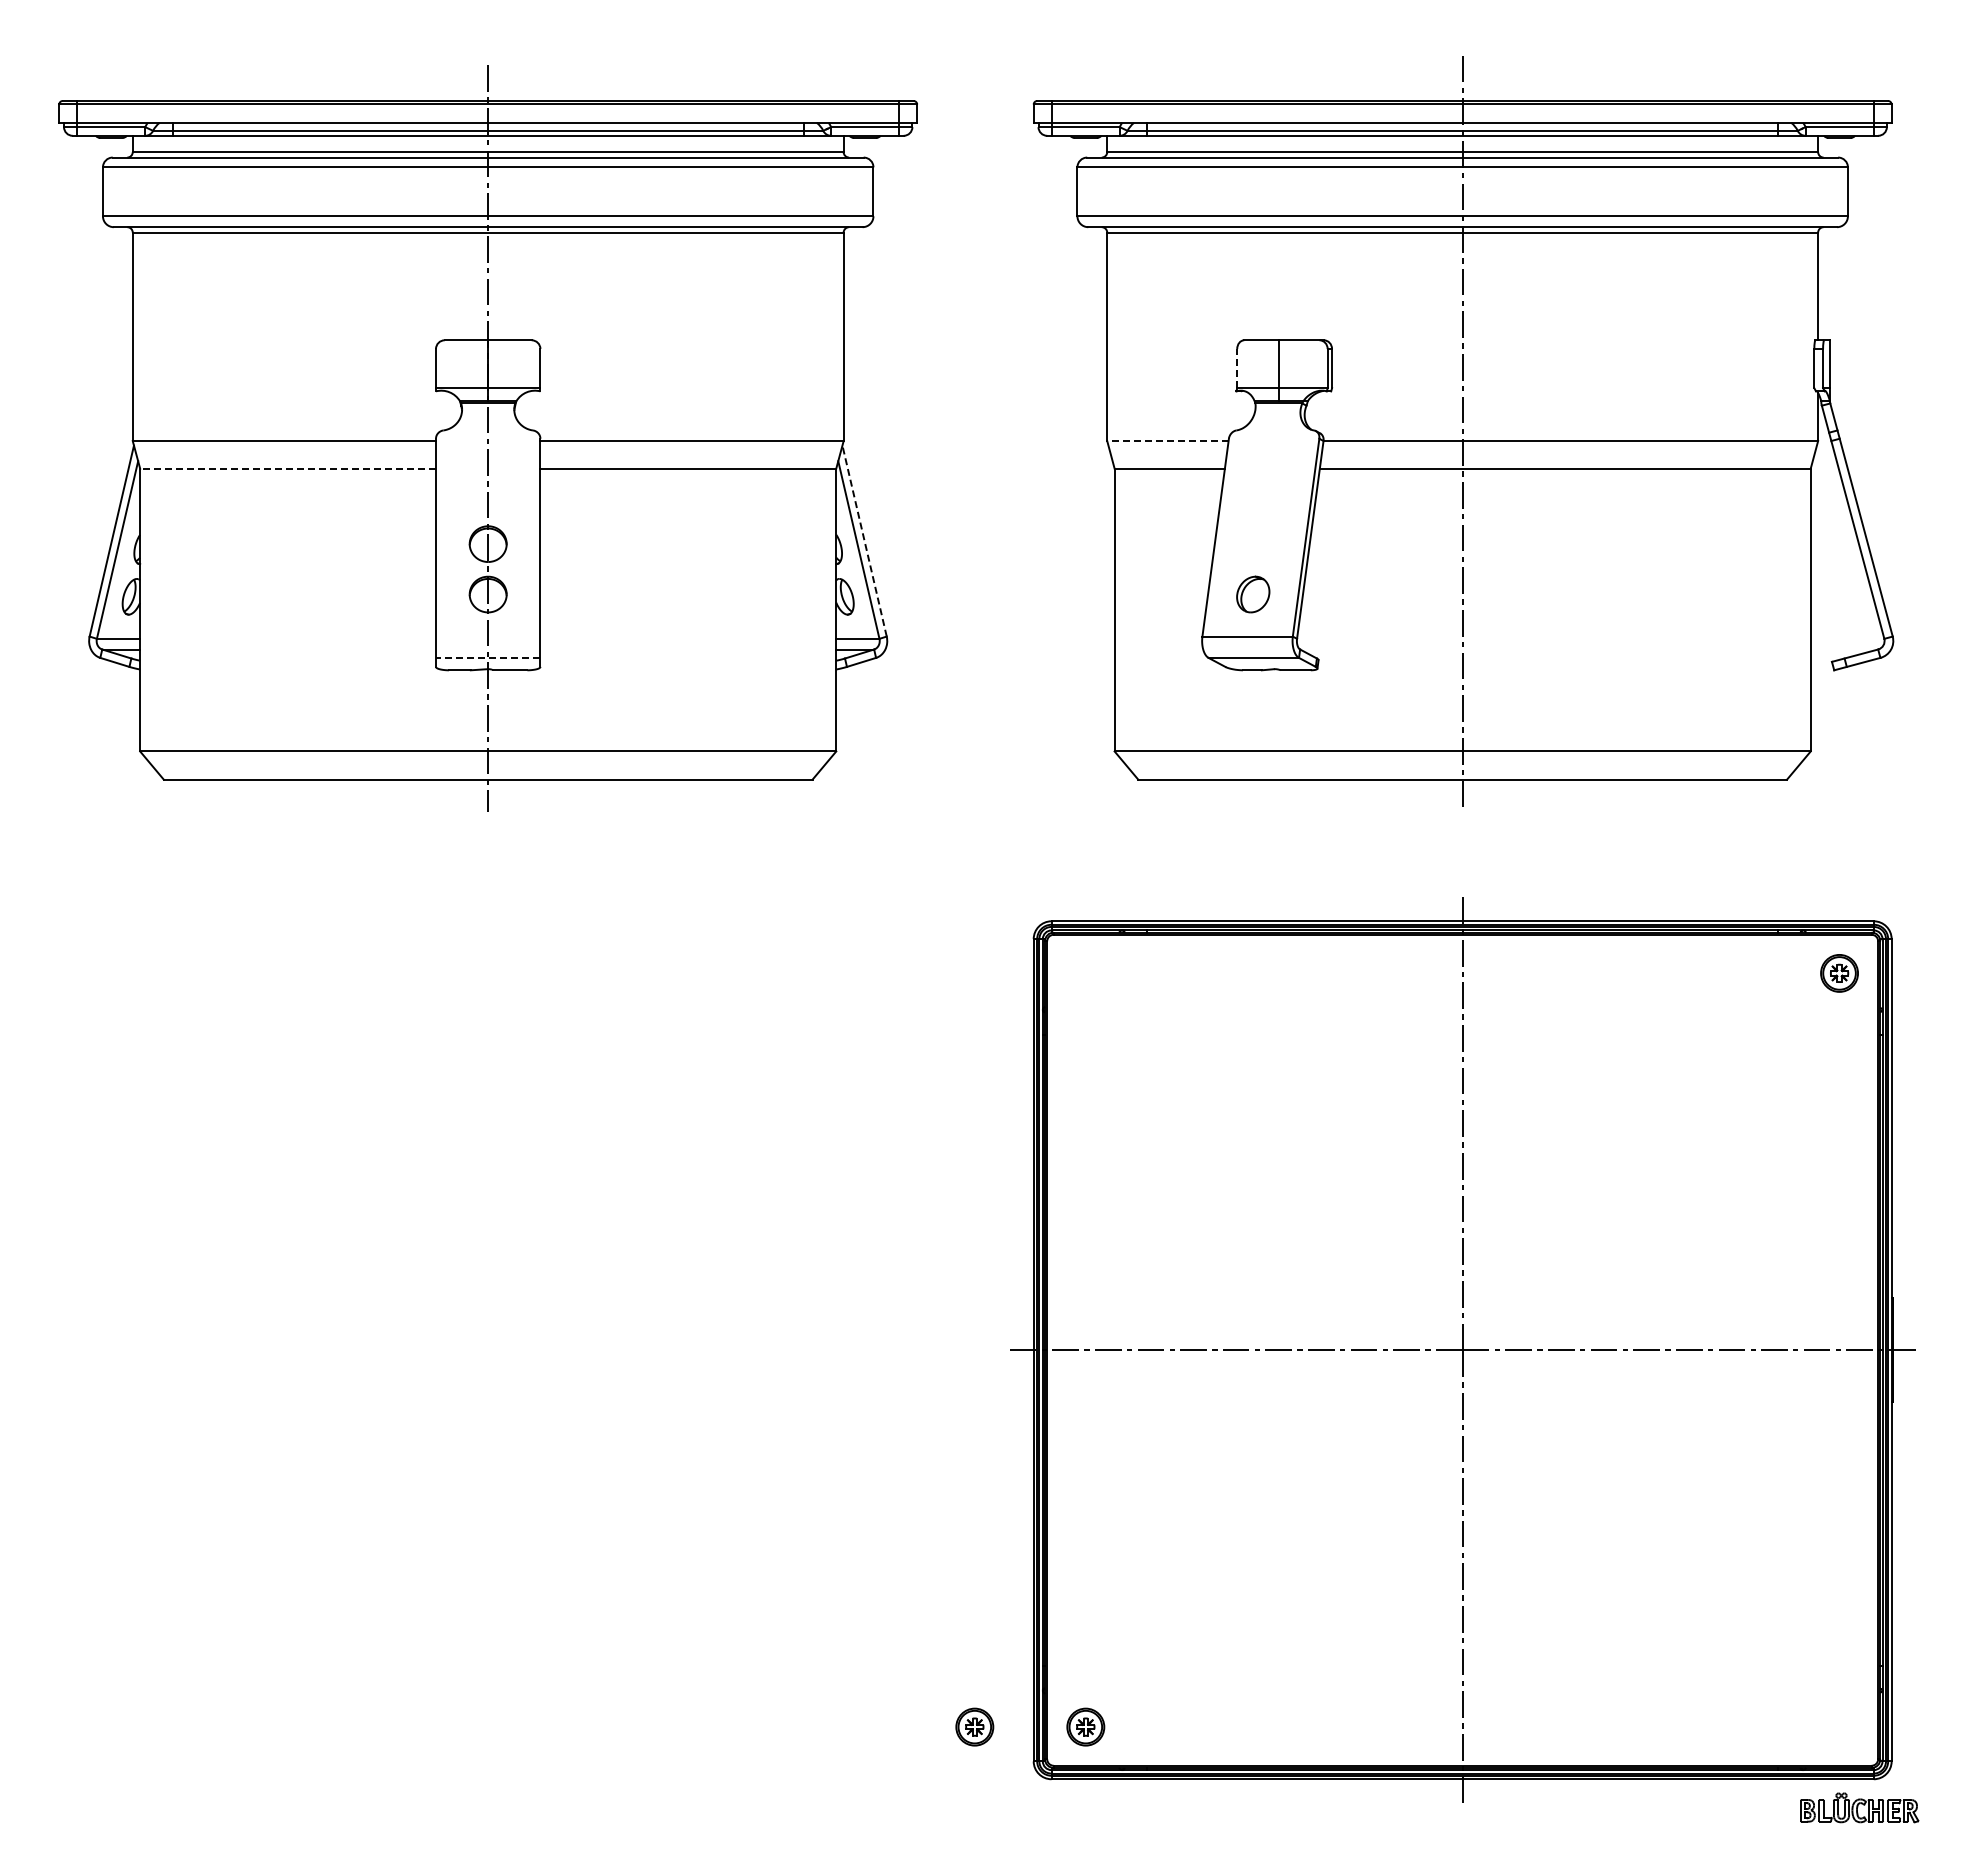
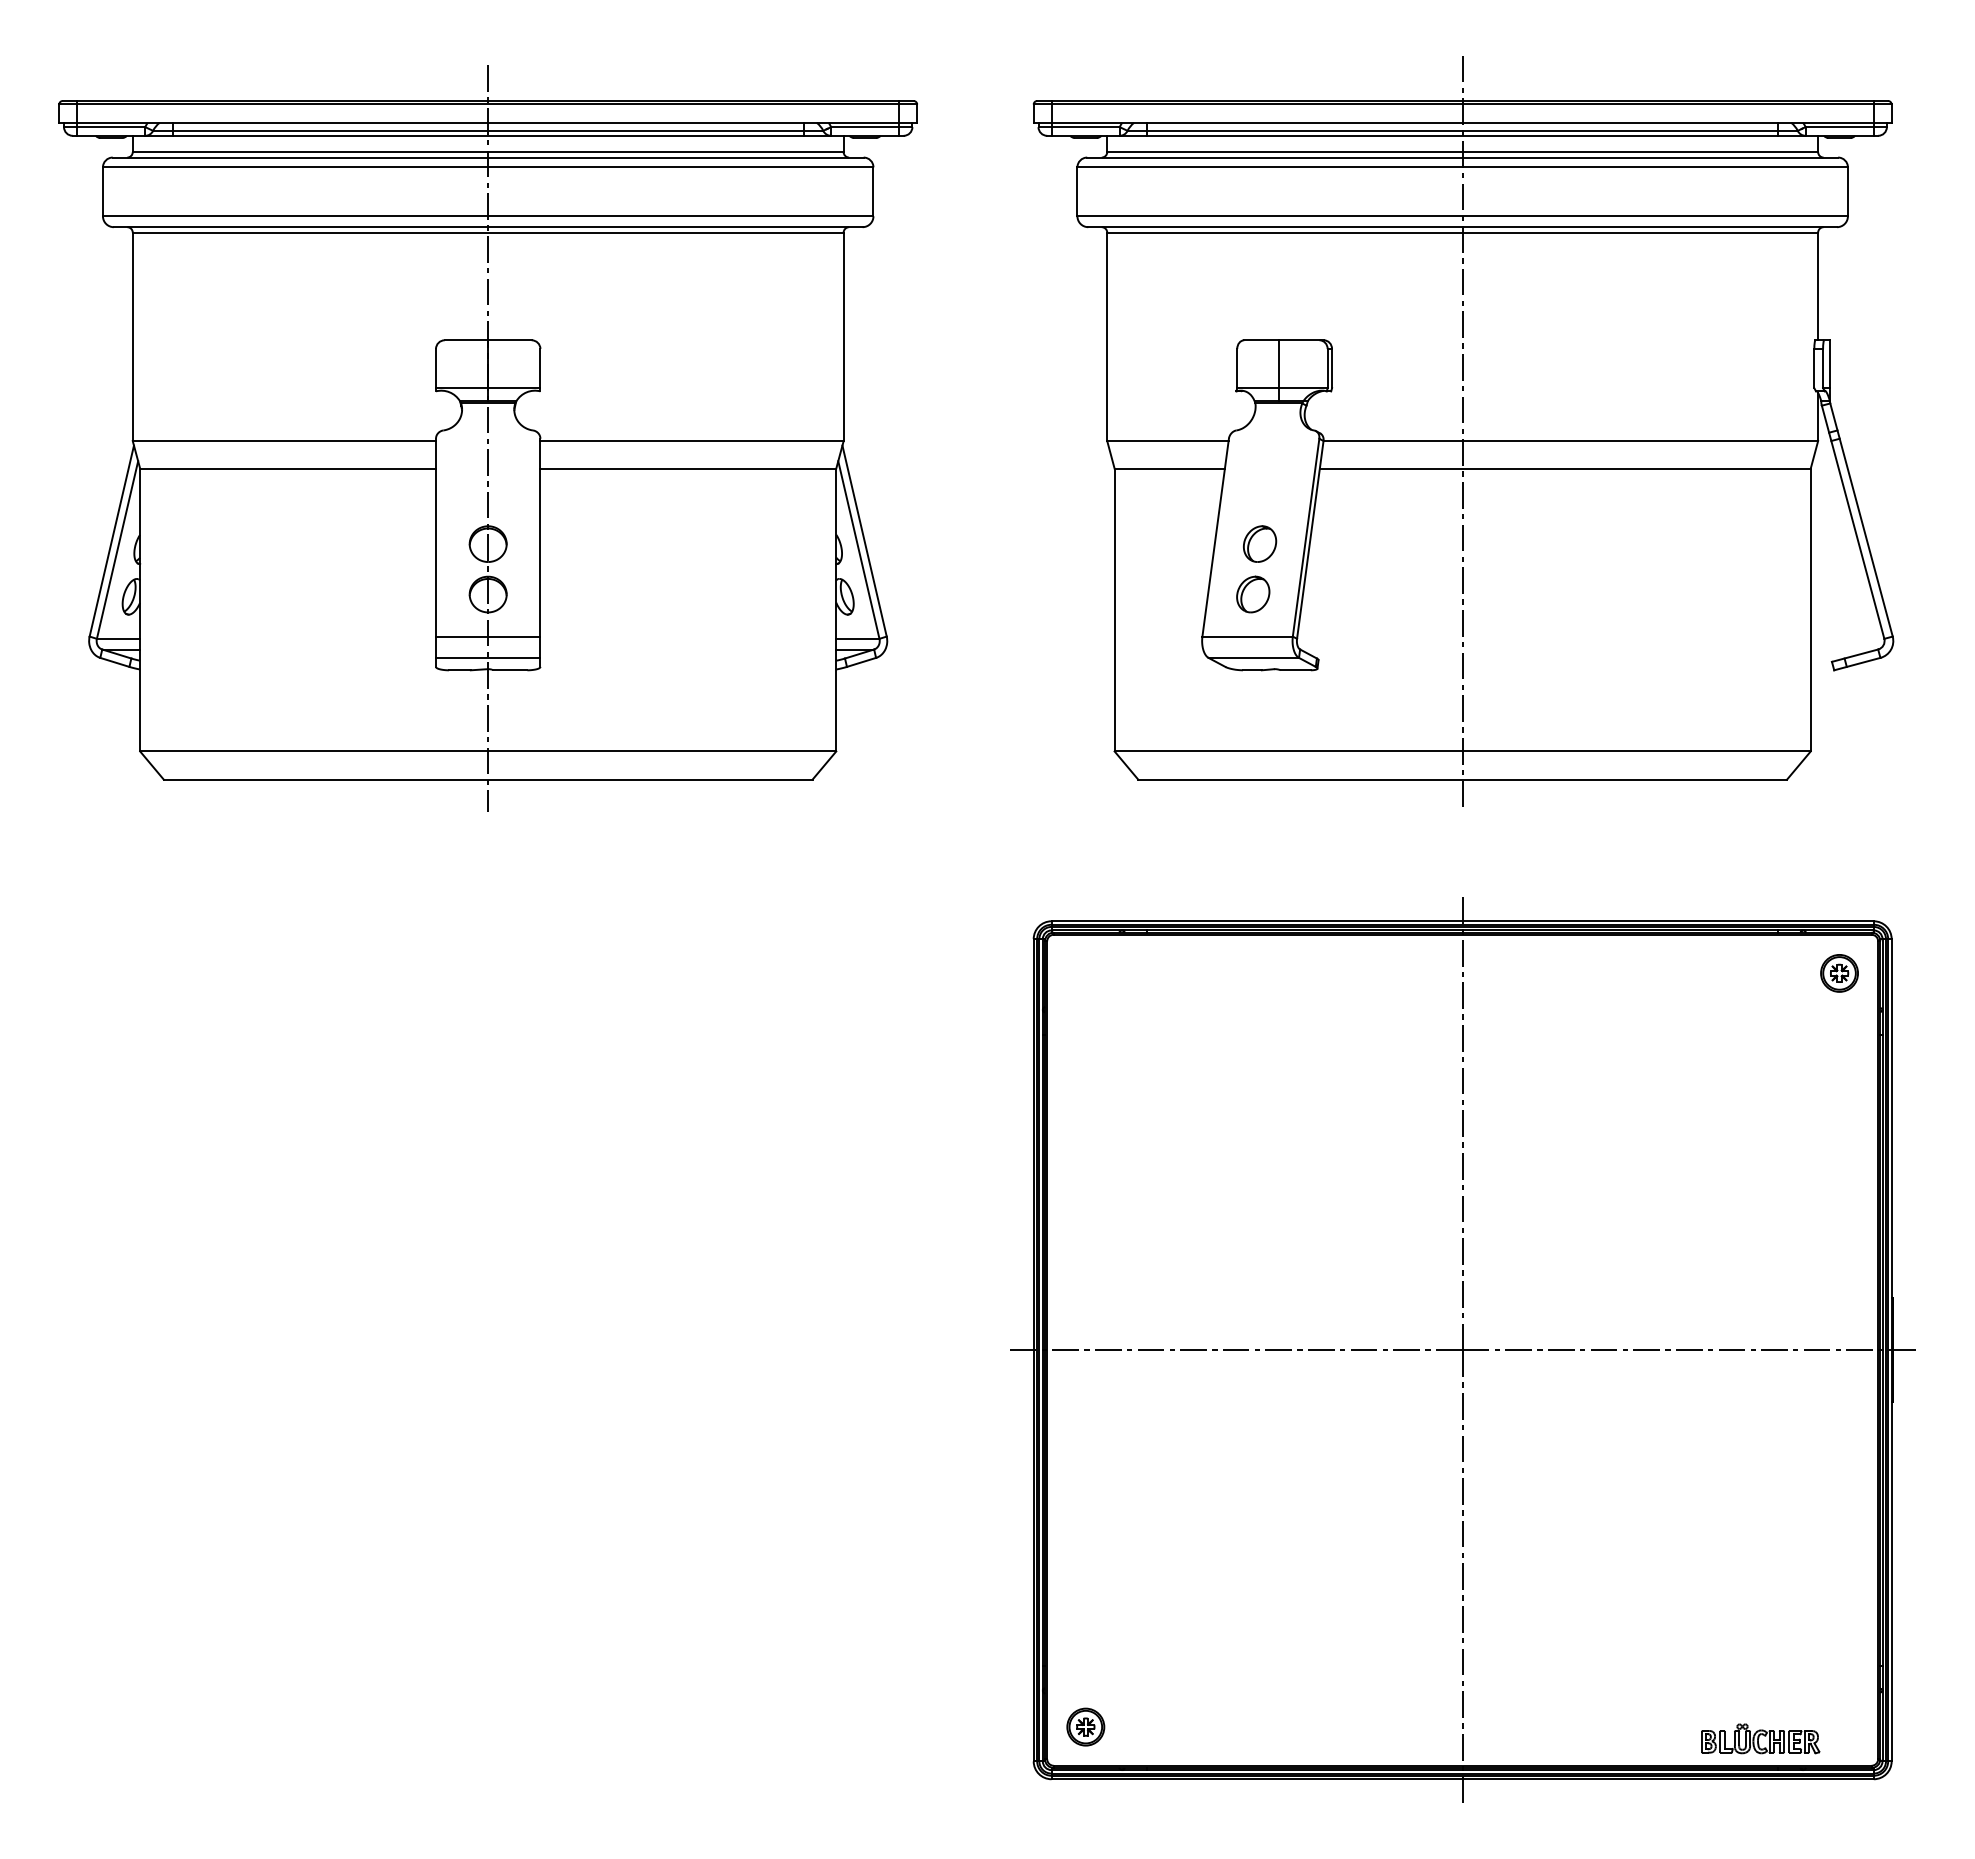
line at (1237, 368): dashed -> solid
line at (1167, 441): dashed -> solid
line at (288, 468): dashed -> solid
line at (864, 540): dashed -> solid
part at (1260, 543): none -> present
line at (488, 636): none -> present
line at (487, 657): dashed -> solid
part at (974, 1726): present -> none
part at (1859, 1807) position: (1859, 1807) -> (1760, 1738)
